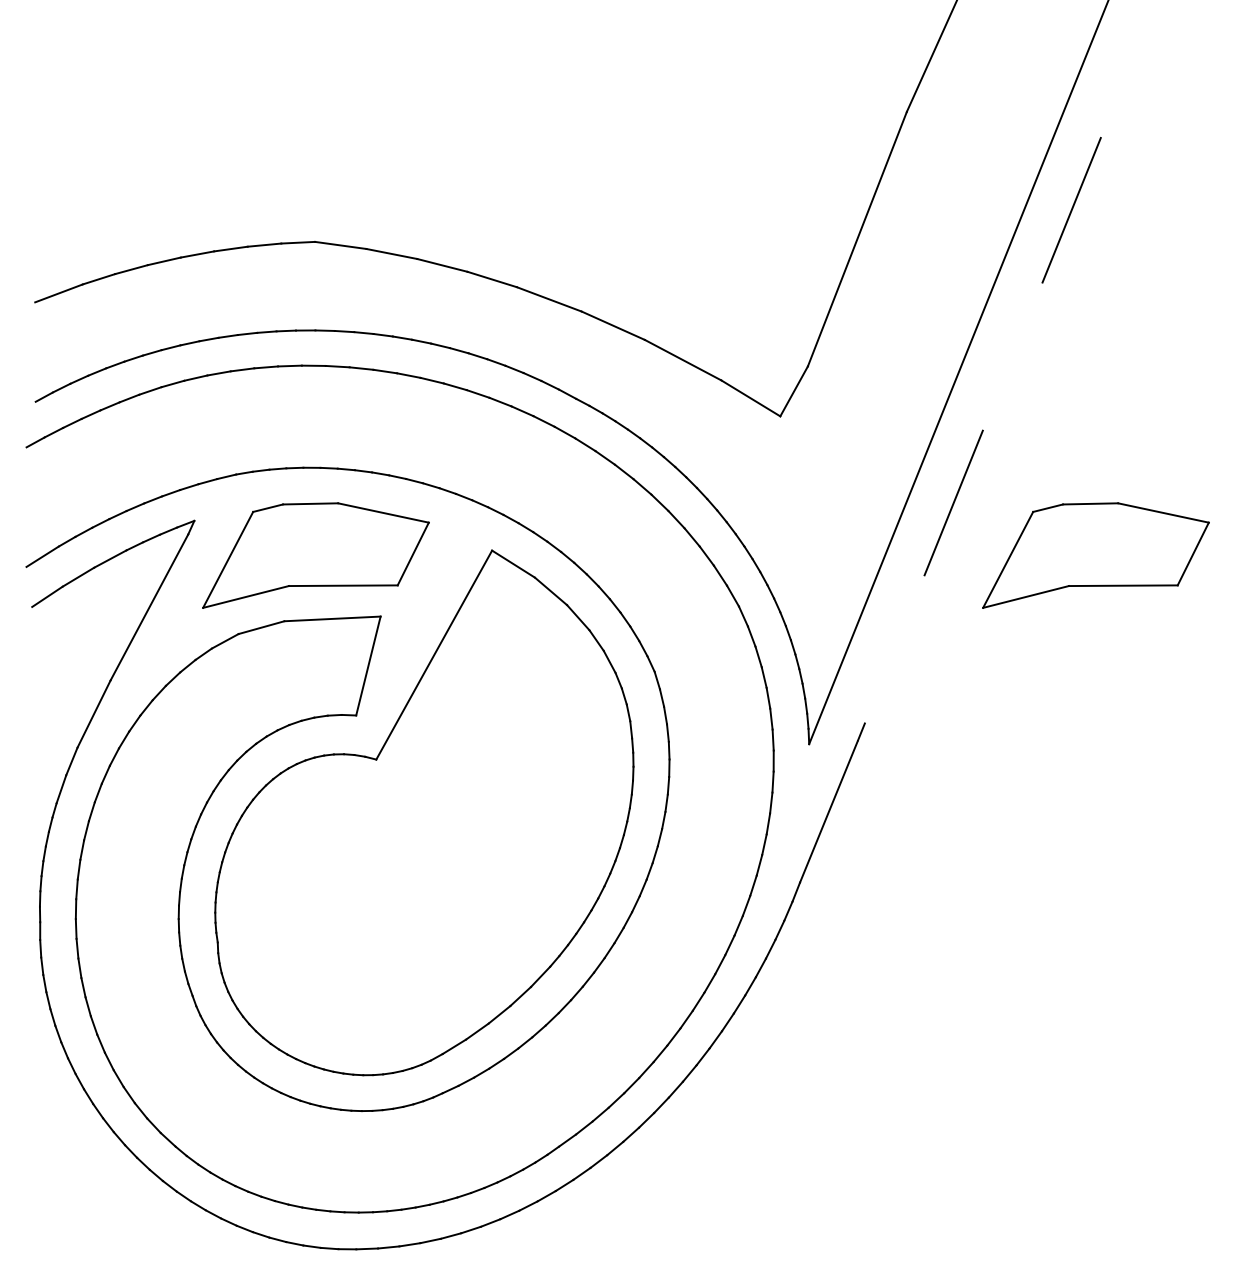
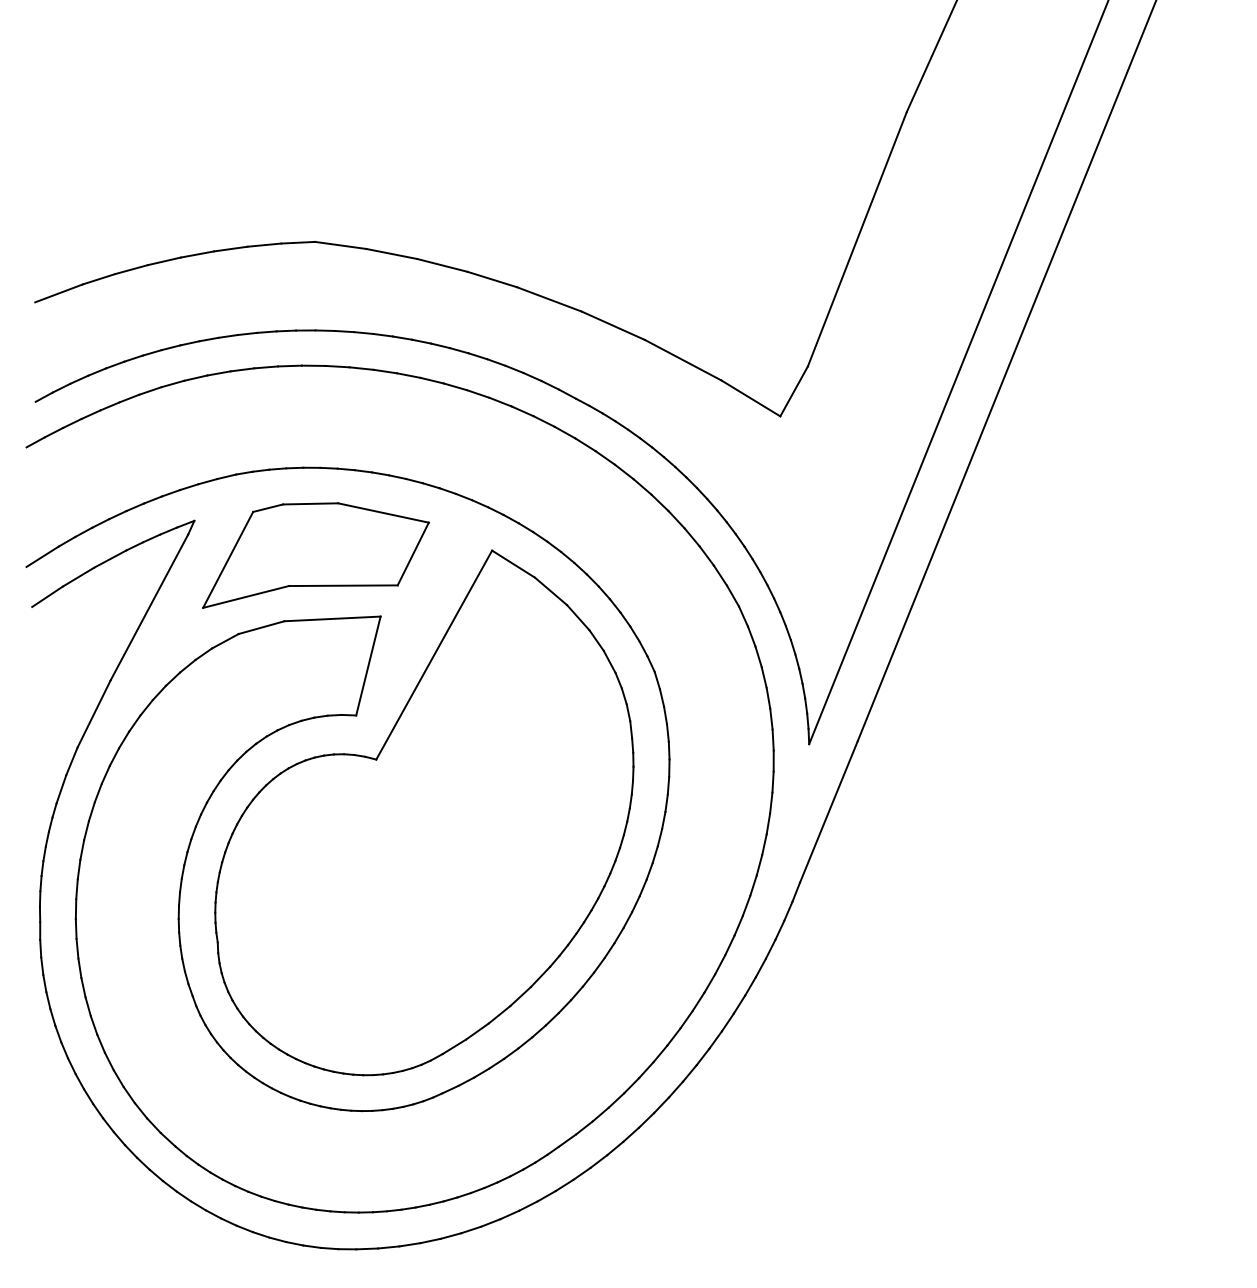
line at (1006, 371): dashed -> solid
part at (1095, 555): present -> none
